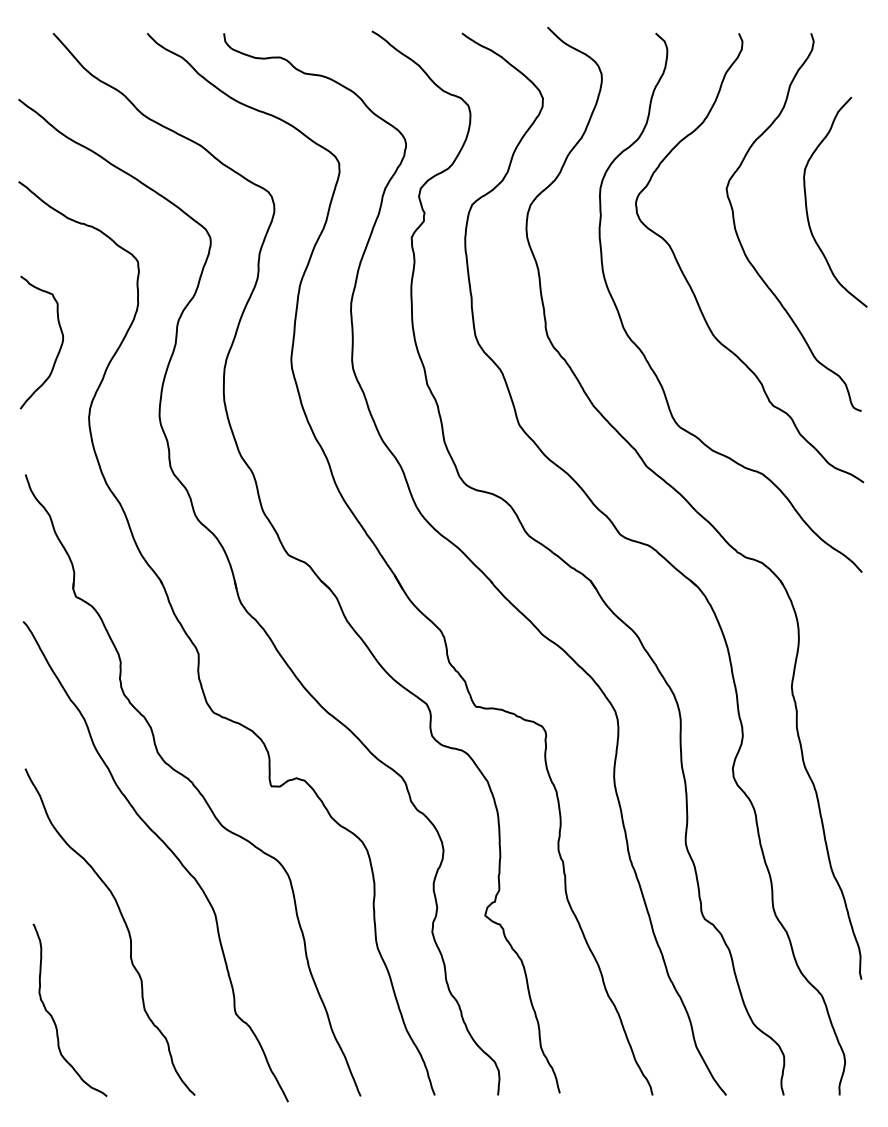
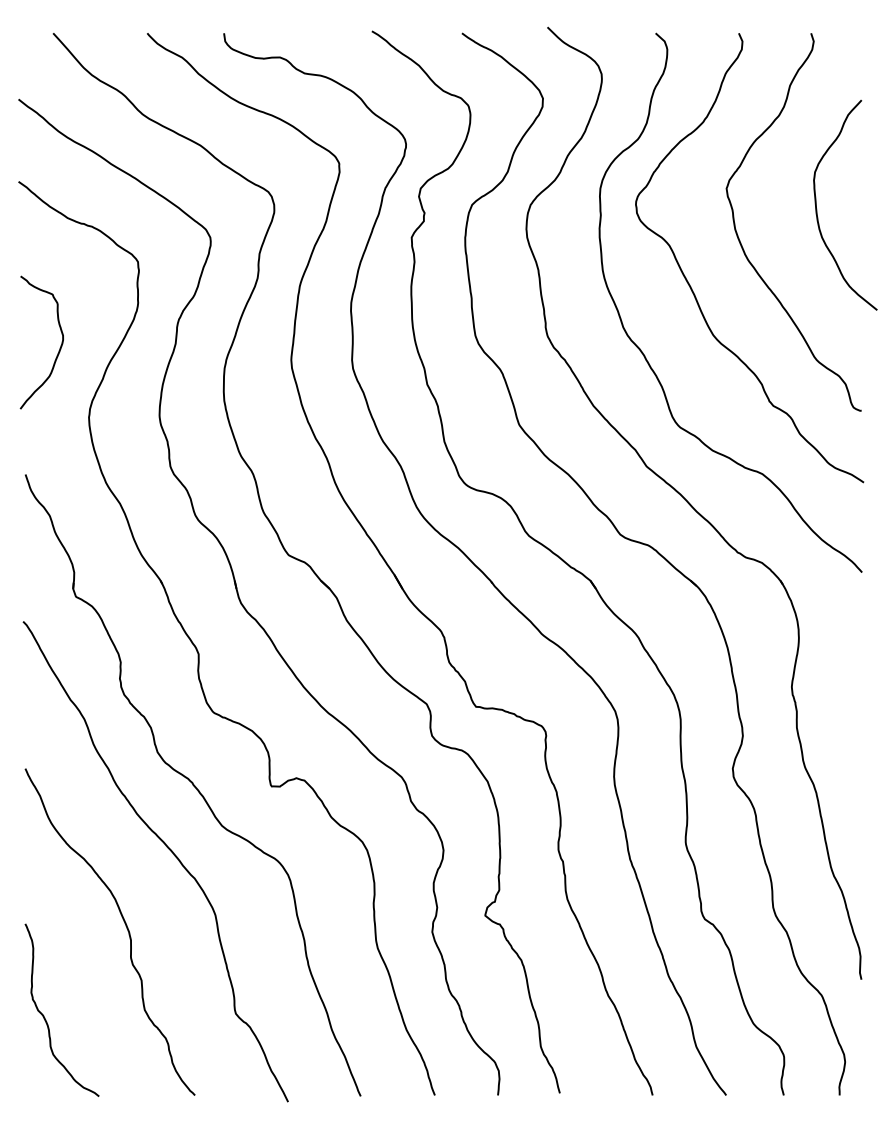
curve at (807, 206) position: (807, 206) -> (817, 209)
curve at (53, 1017) position: (53, 1017) -> (45, 1017)
